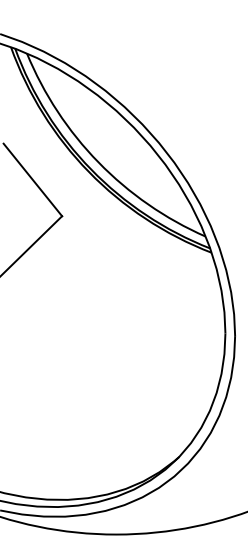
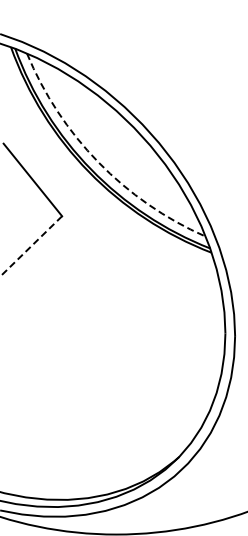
arc at (98, 162): solid -> dashed
line at (31, 246): solid -> dashed
